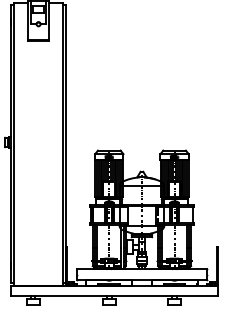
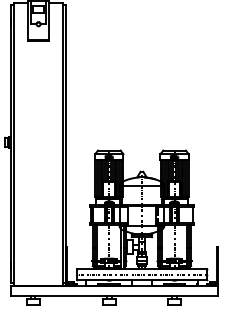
line at (141, 274): none -> present
